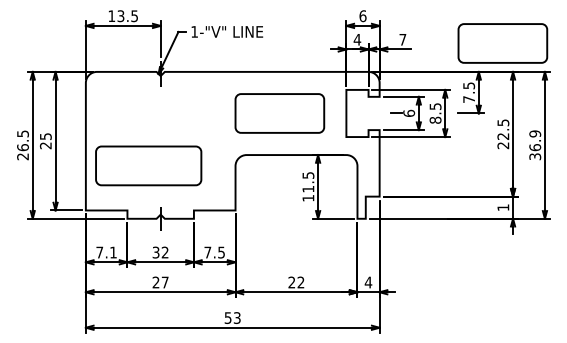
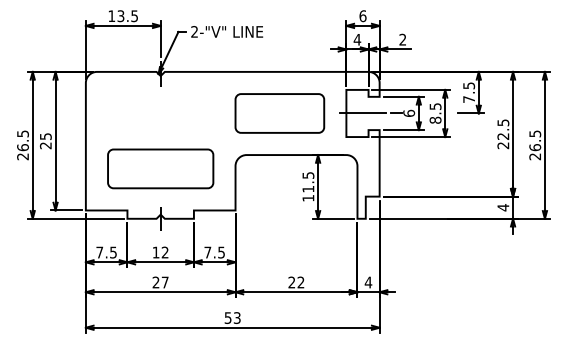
text at (194, 31): 1-"V" -> 2-"V"
text at (402, 39): 7 -> 2
part at (502, 43): present -> none
line at (362, 113): none -> present
text at (535, 145): 36.9 -> 26.5
part at (148, 165) position: (148, 165) -> (160, 168)
text at (503, 207): 1 -> 4
text at (113, 252): 7.1 -> 7.5
text at (155, 252): 32 -> 12
